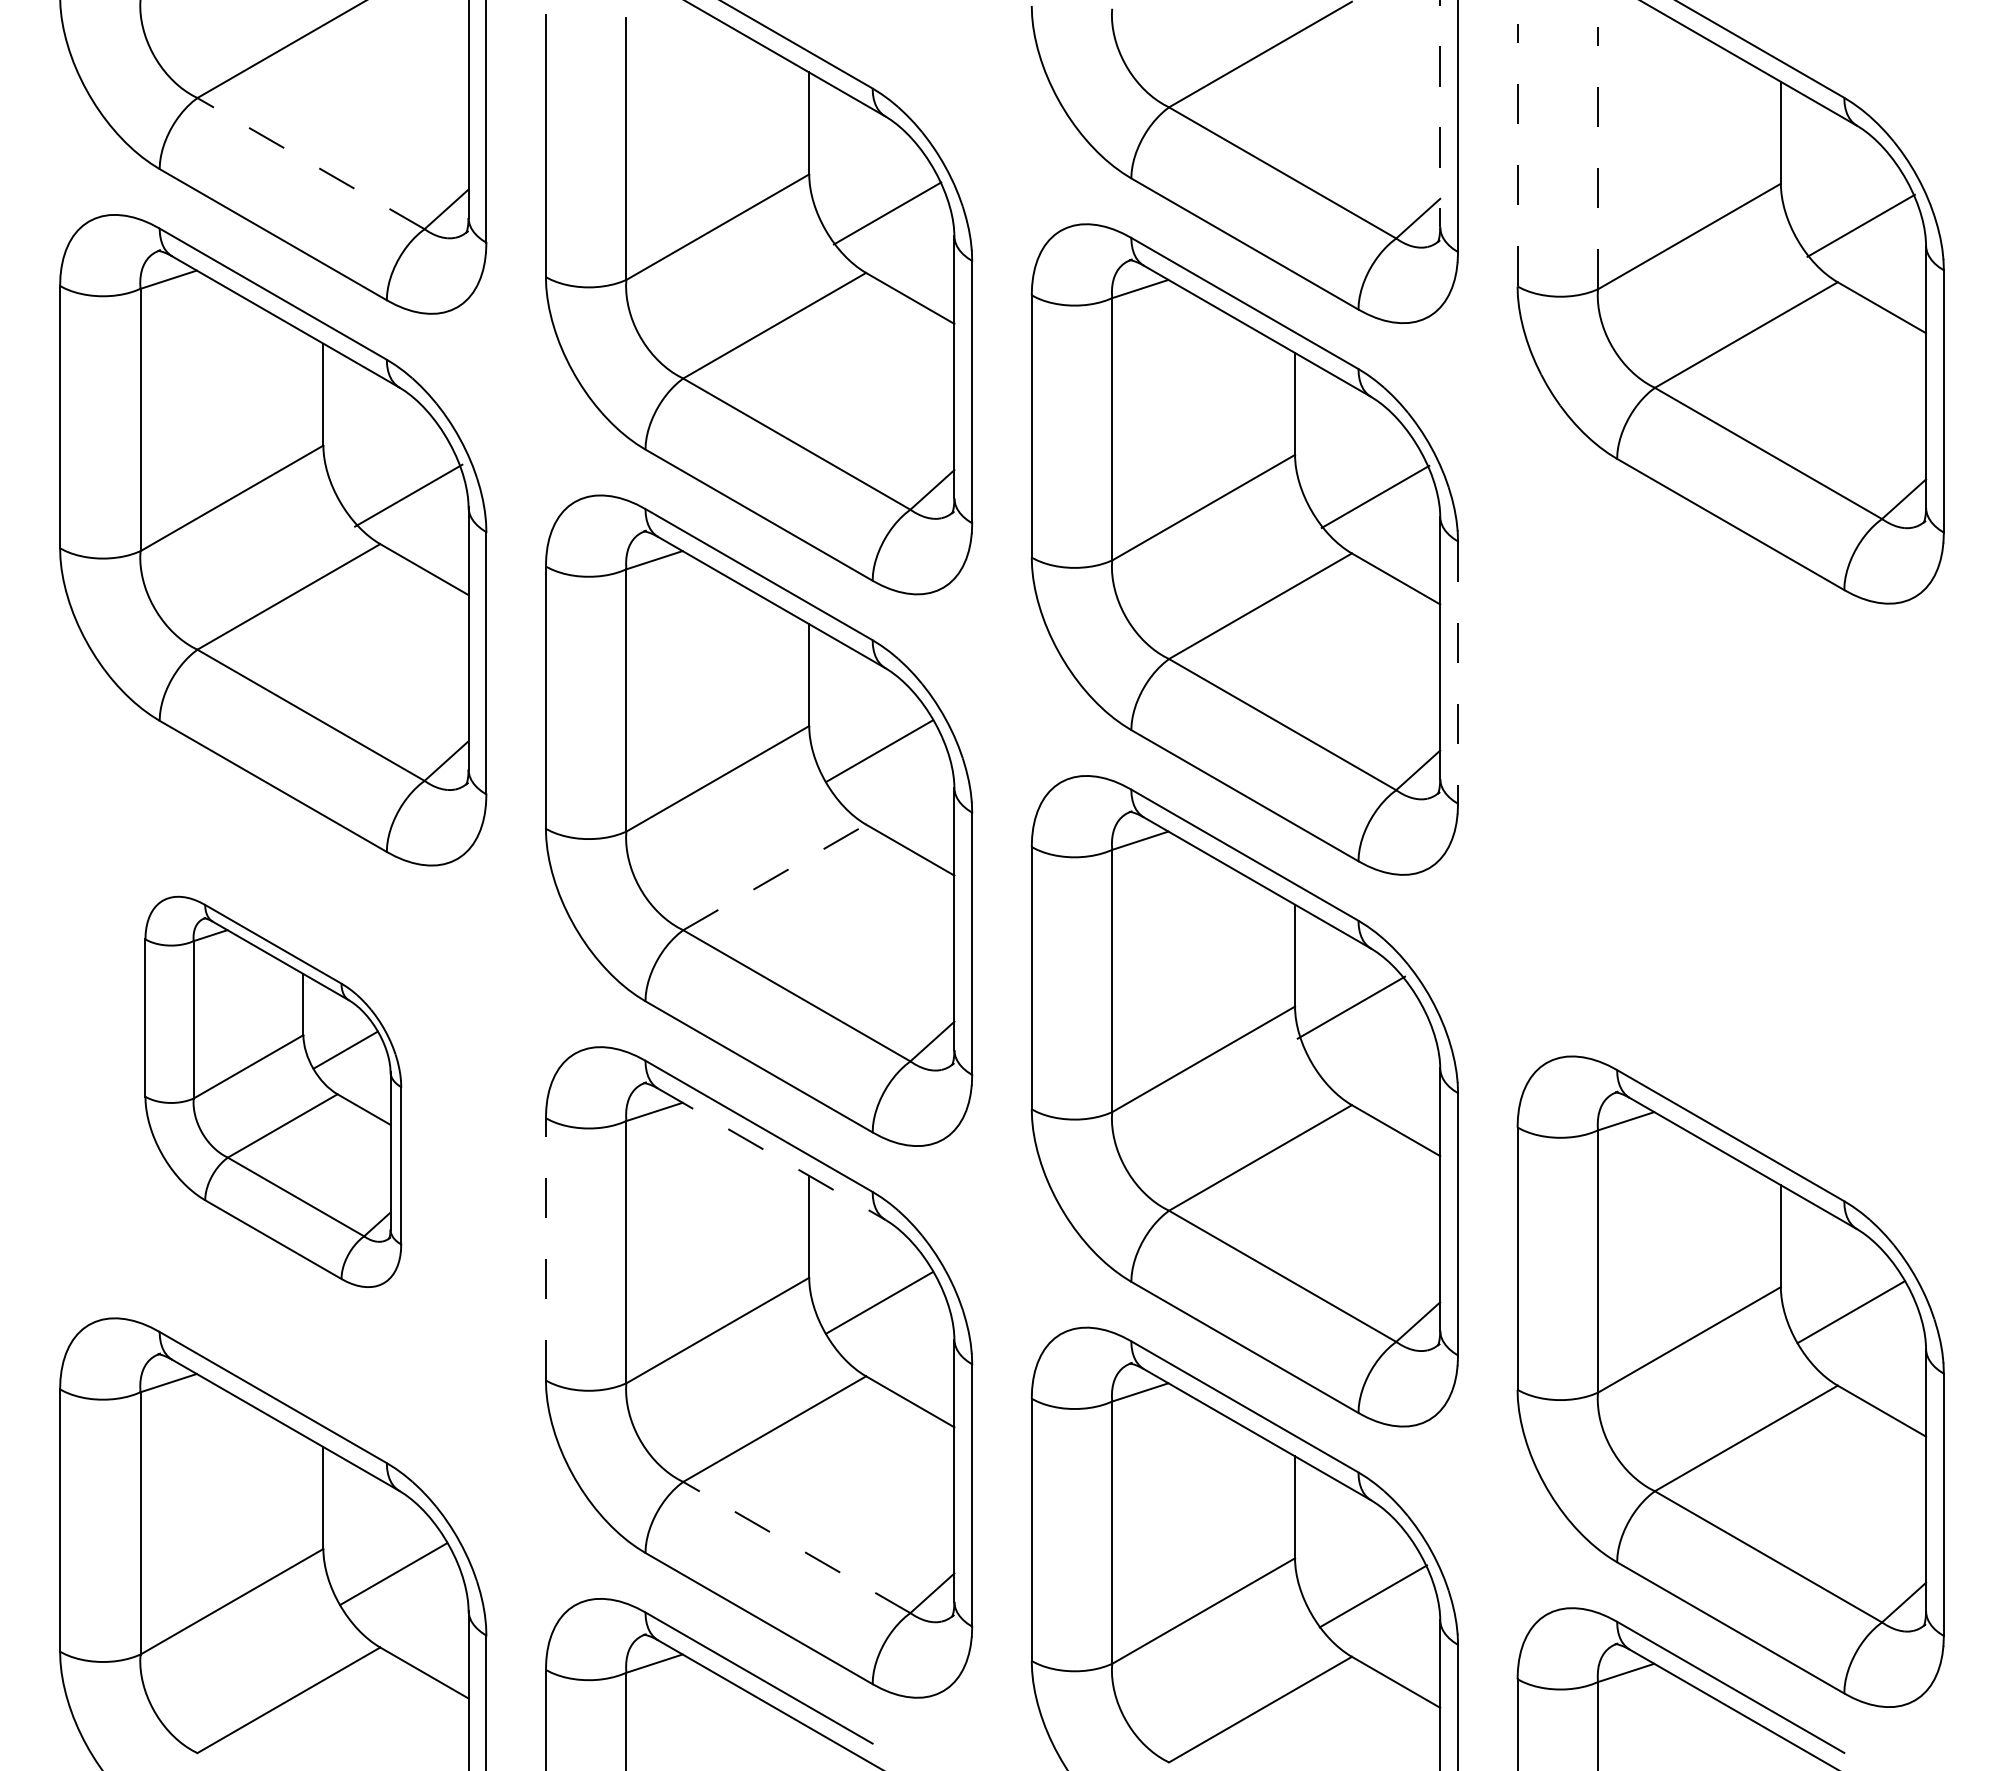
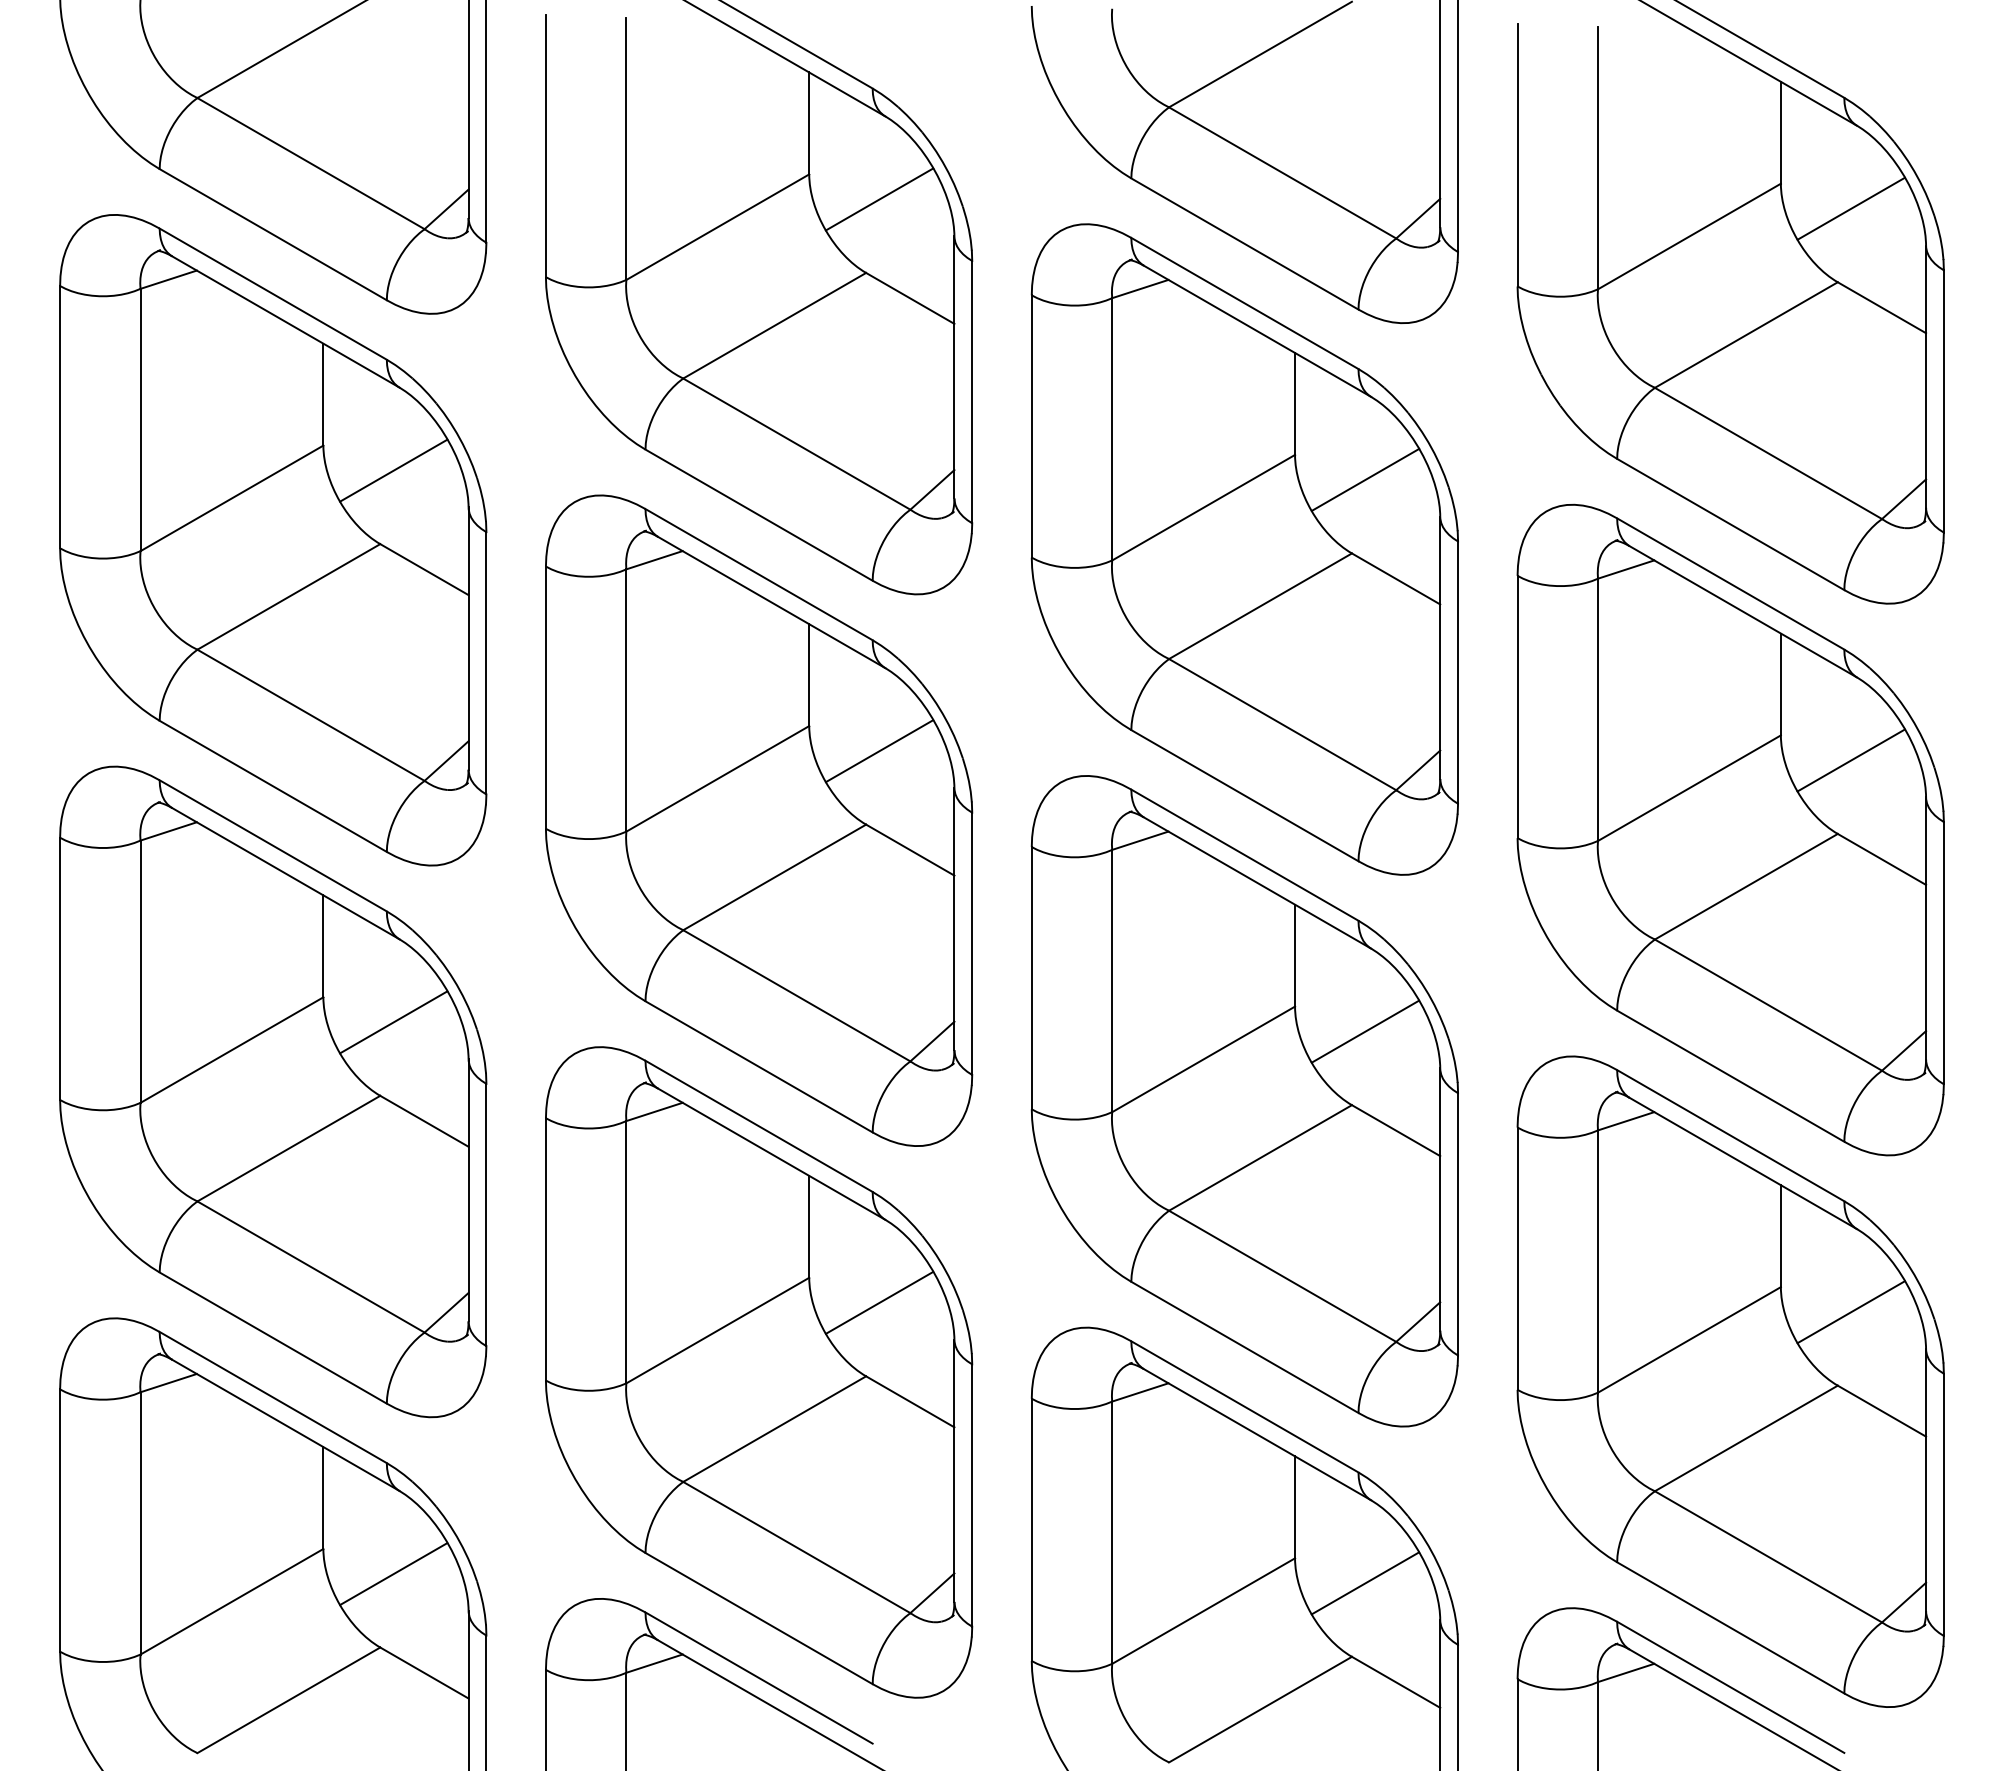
line at (1440, 114): dashed -> solid
line at (1517, 154): dashed -> solid
line at (1597, 157): dashed -> solid
line at (310, 163): dashed -> solid
line at (887, 213) position: (887, 213) -> (879, 199)
line at (1860, 225) position: (1860, 225) -> (1850, 208)
line at (408, 495) position: (408, 495) -> (393, 470)
line at (1375, 496) position: (1375, 496) -> (1365, 479)
line at (1458, 673): dashed -> solid
part at (1730, 829): none -> present
line at (774, 877): dashed -> solid
line at (1351, 1007) position: (1351, 1007) -> (1365, 1031)
part at (273, 1091) size: 259x393 px -> 429x654 px
line at (772, 1154): dashed -> solid
line at (545, 1248): dashed -> solid
line at (796, 1547): dashed -> solid
line at (1373, 1596) position: (1373, 1596) -> (1365, 1583)
